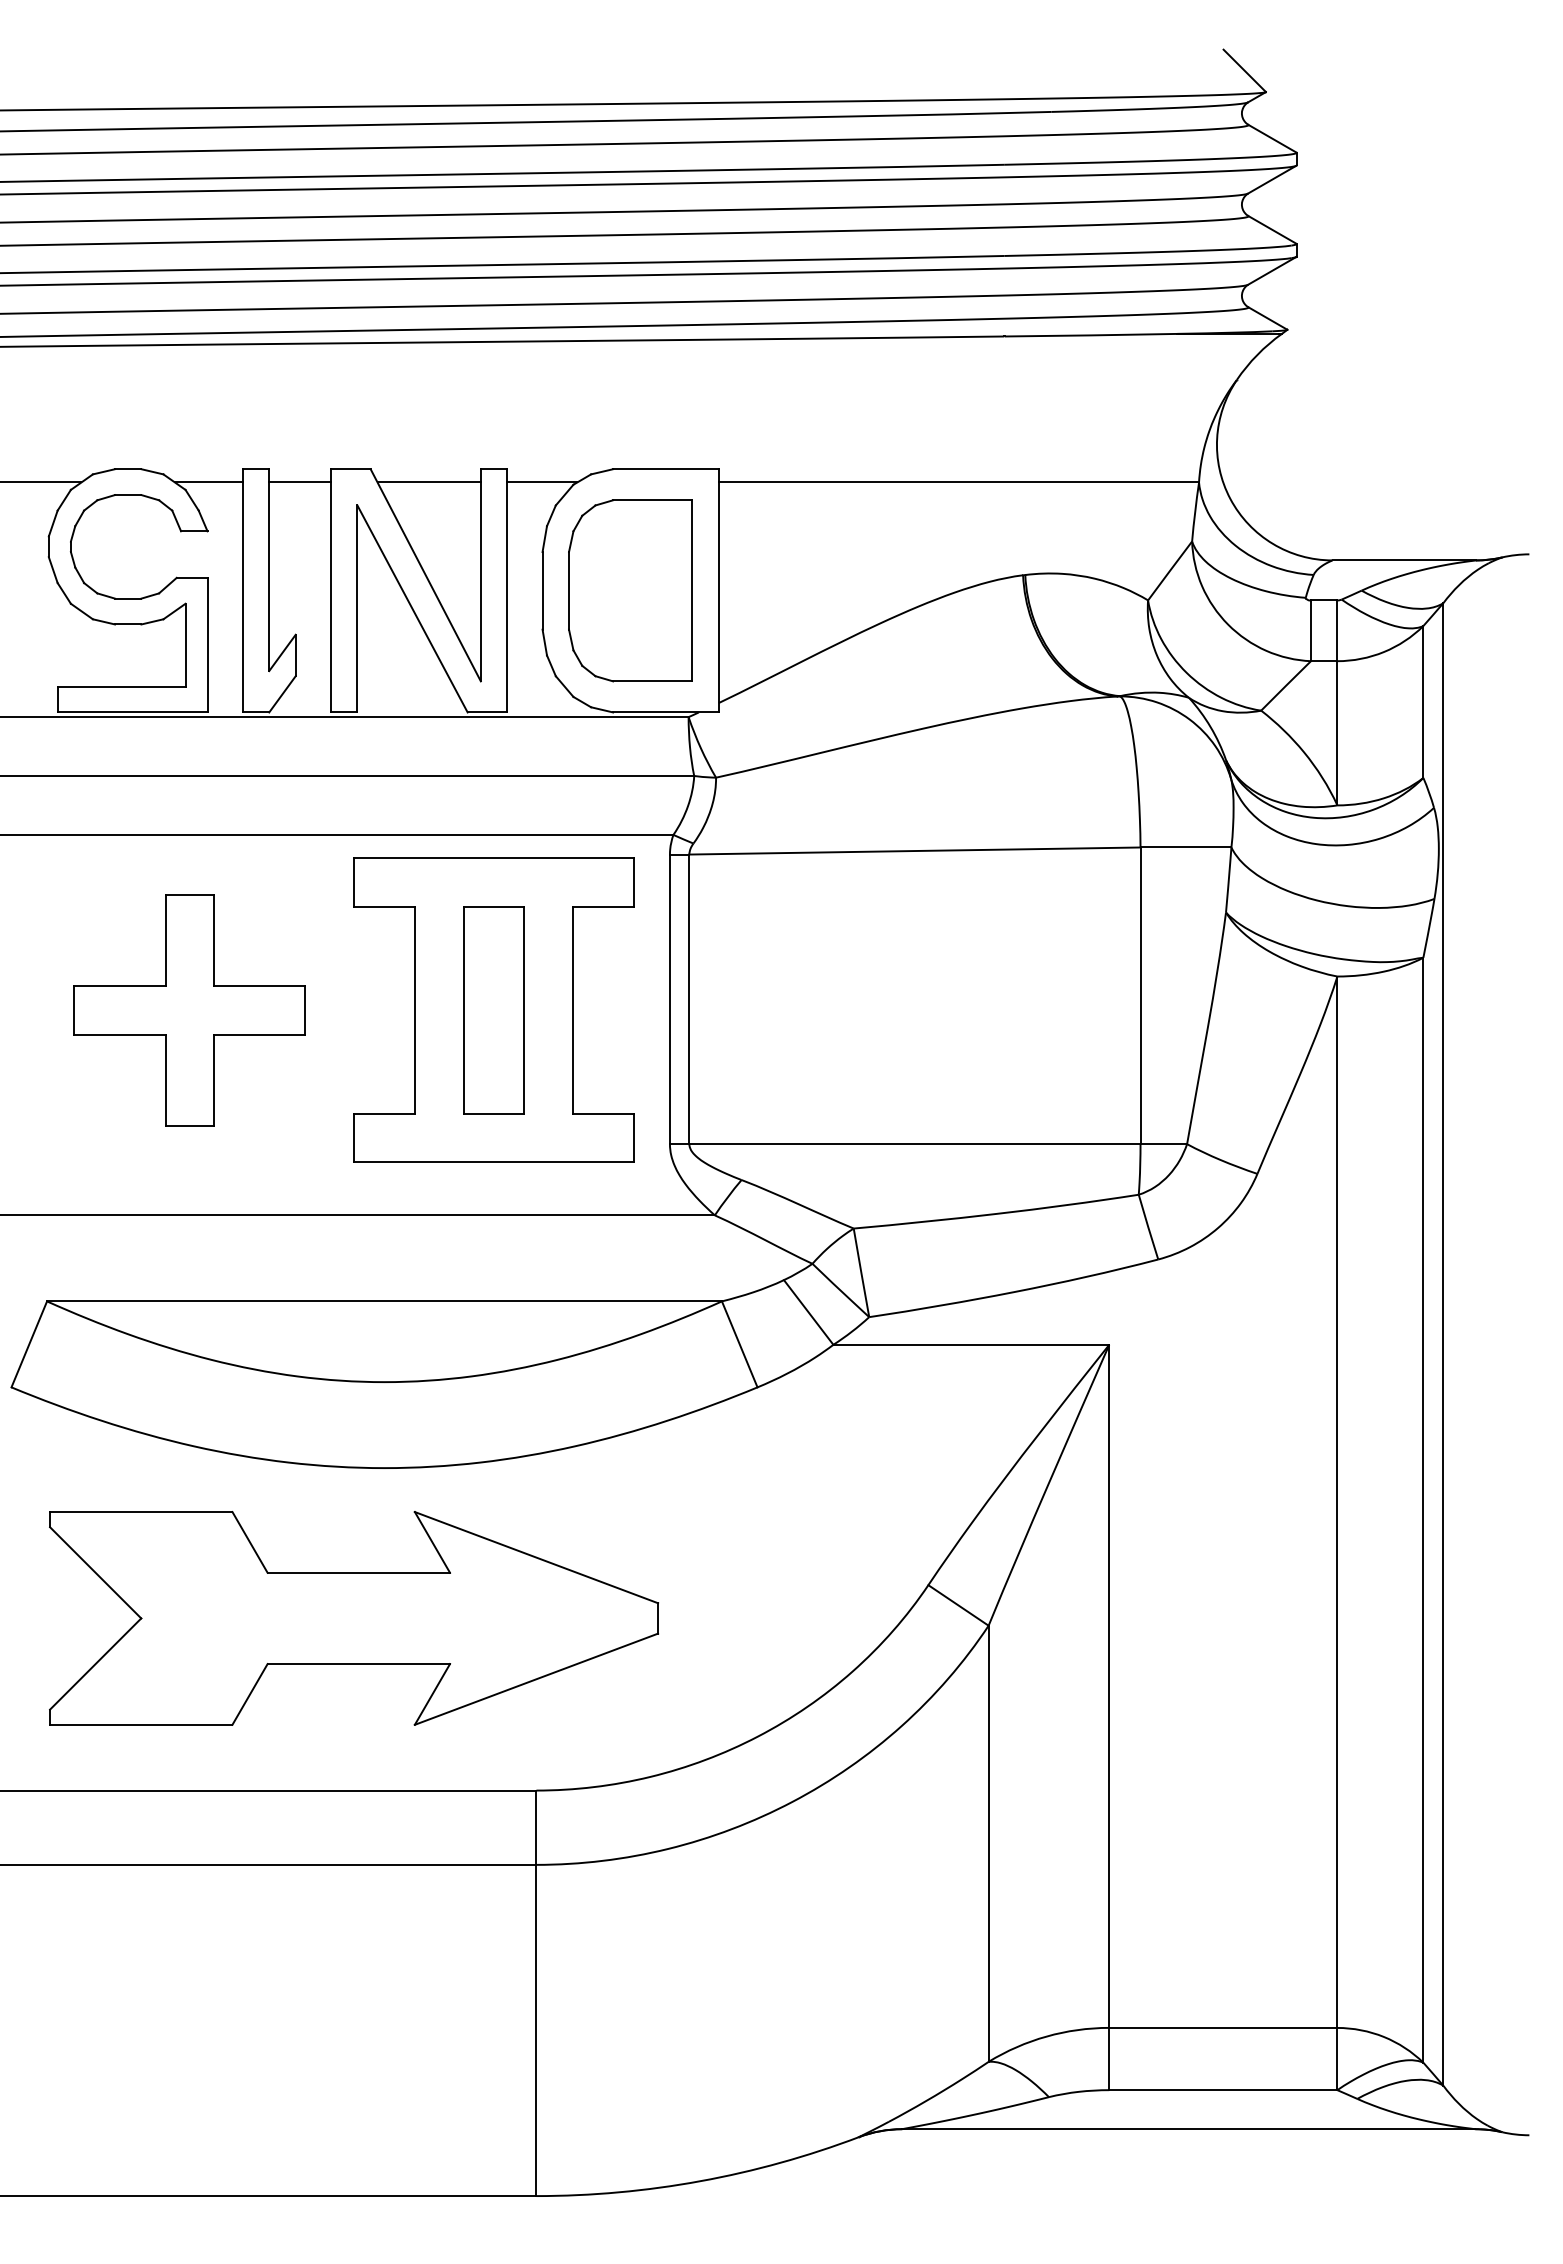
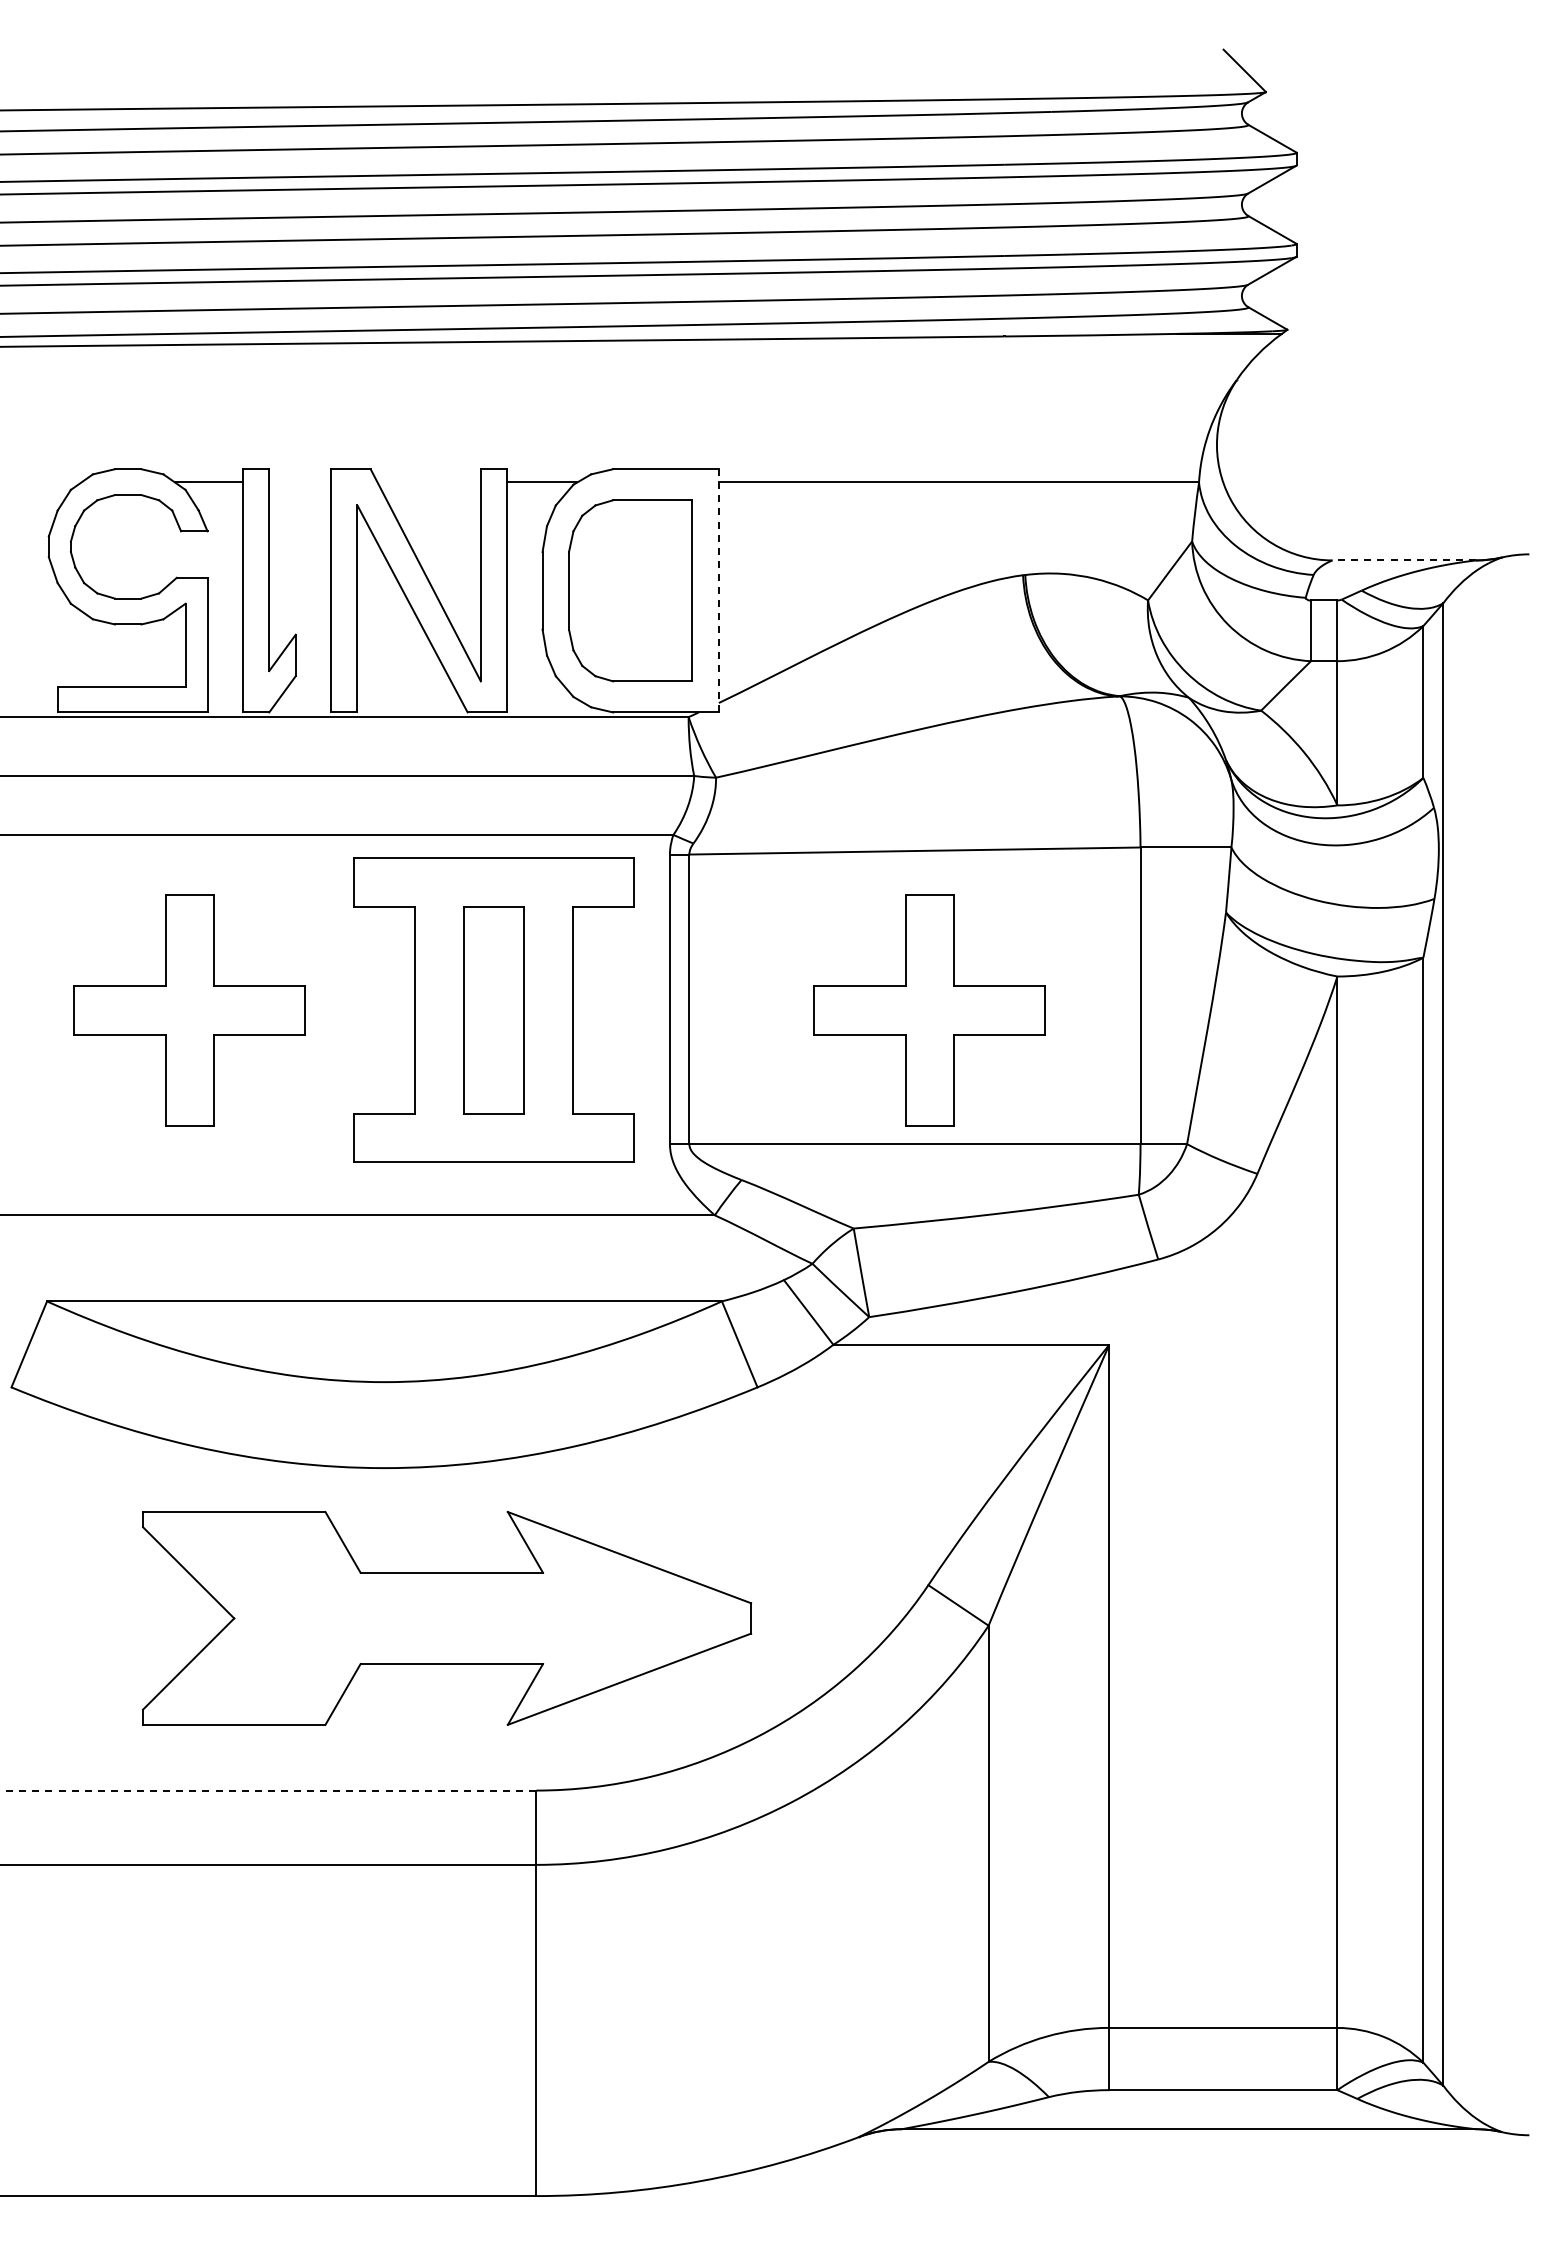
line at (41, 482): present -> none
line at (299, 482): present -> none
line at (428, 482): present -> none
line at (1404, 560): solid -> dashed
line at (718, 590): solid -> dashed
part at (929, 1010): none -> present
part at (353, 1618) position: (353, 1618) -> (446, 1618)
line at (267, 1790): solid -> dashed
